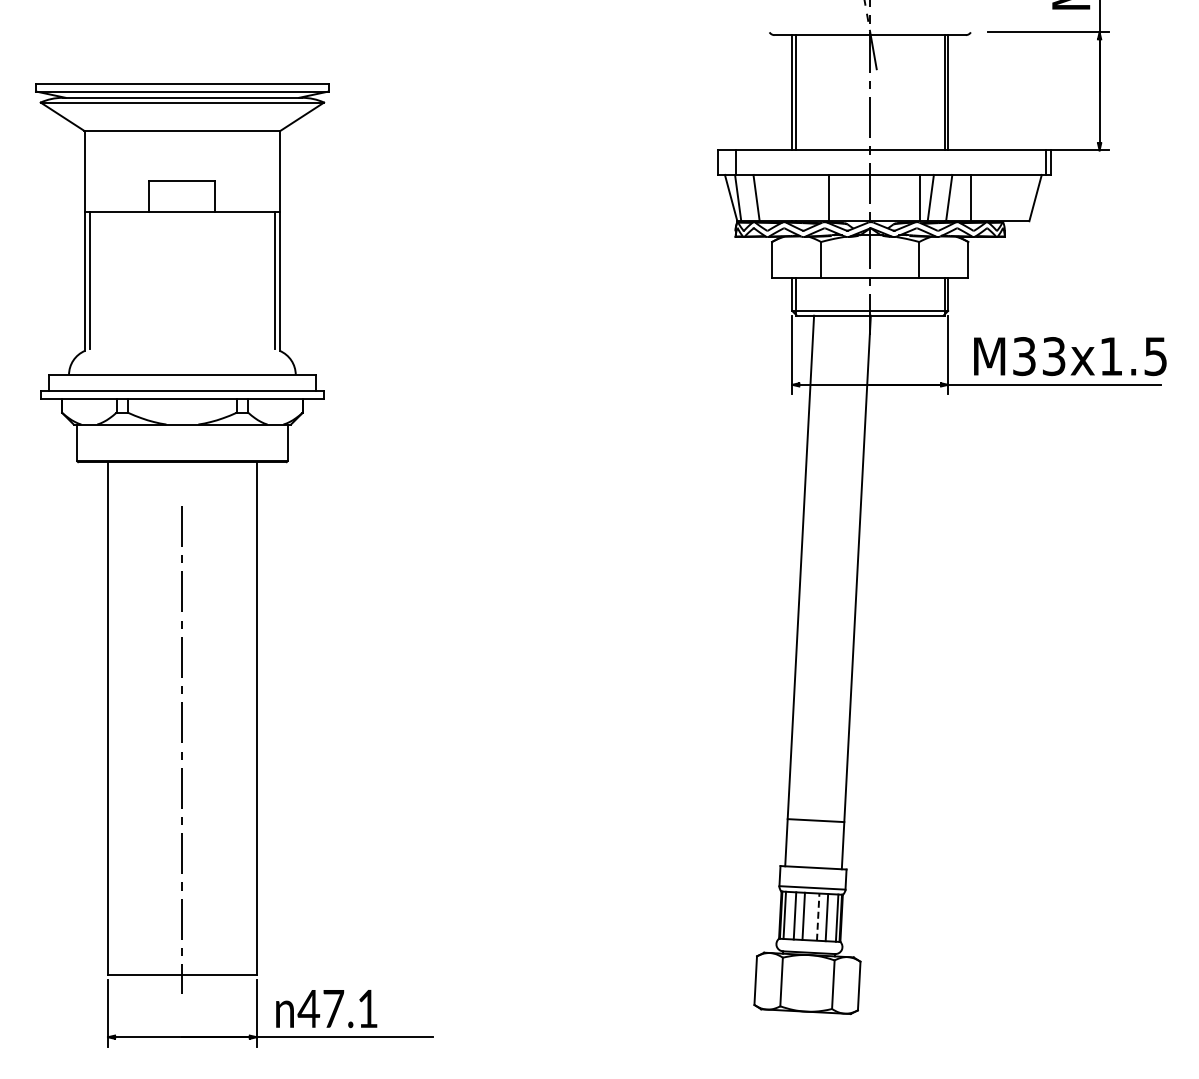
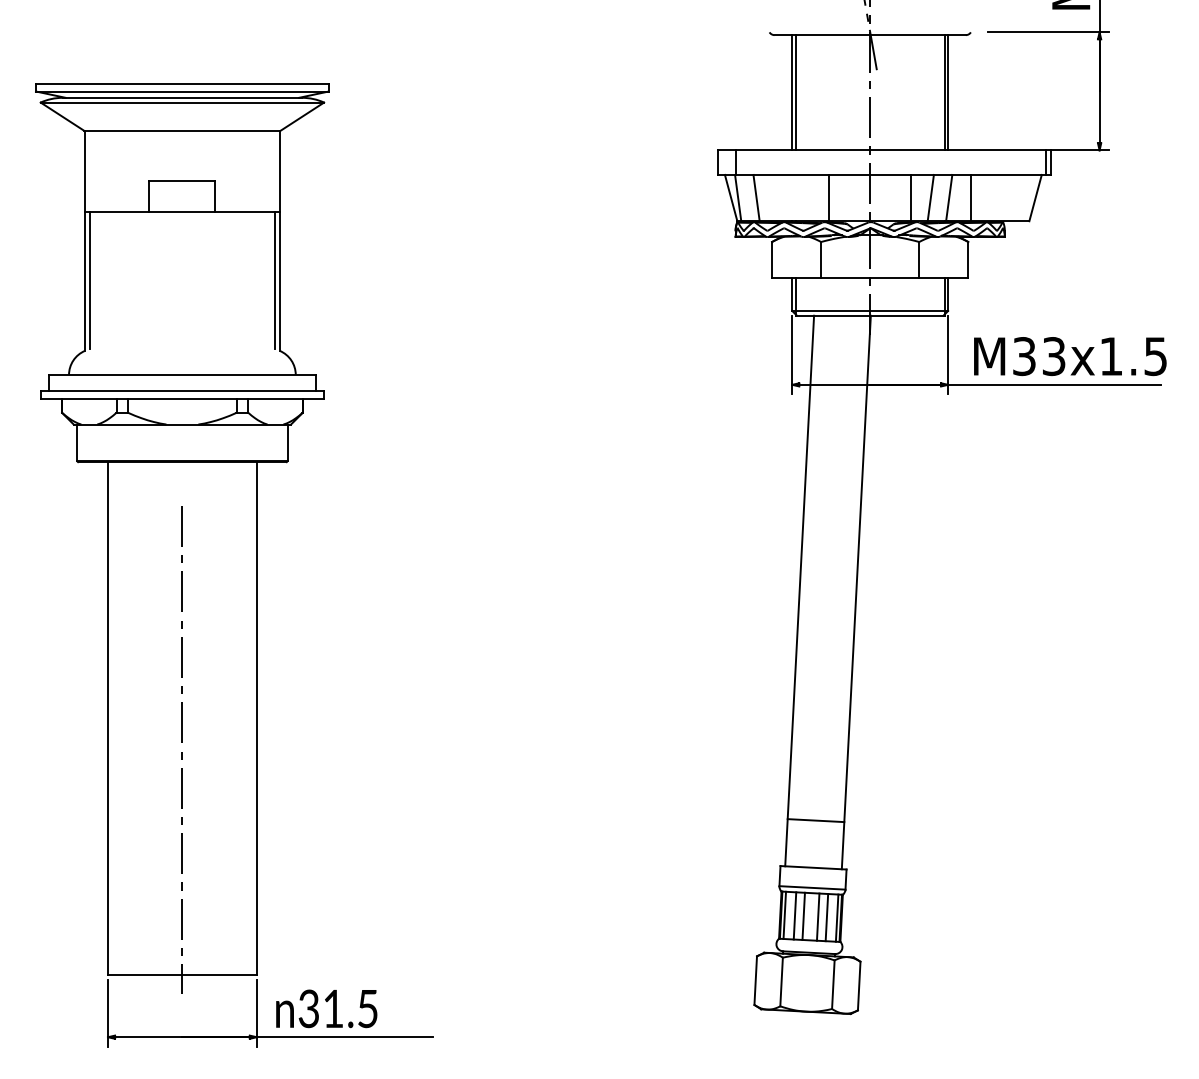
line at (920, 197) position: (920, 197) -> (911, 197)
line at (818, 917): dashed -> solid
text at (337, 1008): 47.1 -> 31.5
